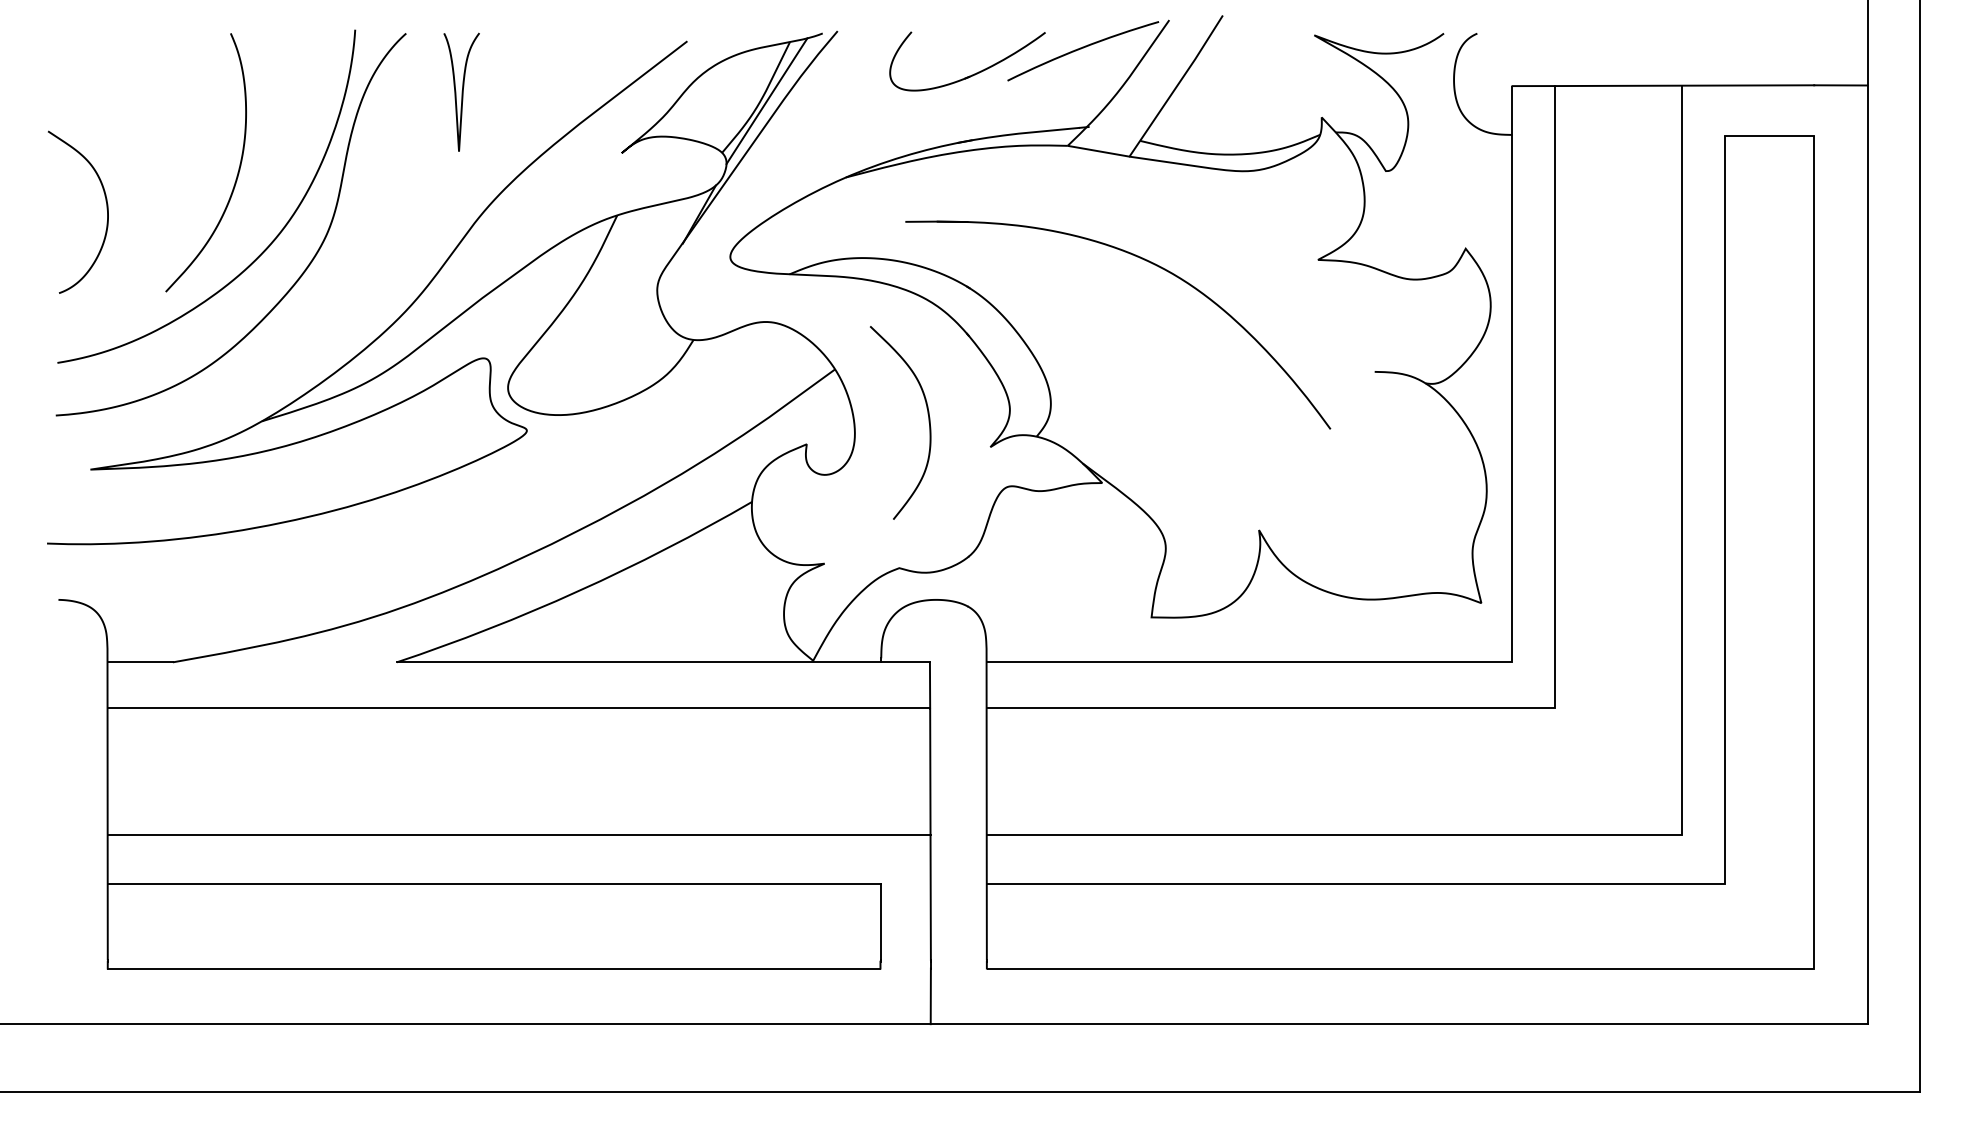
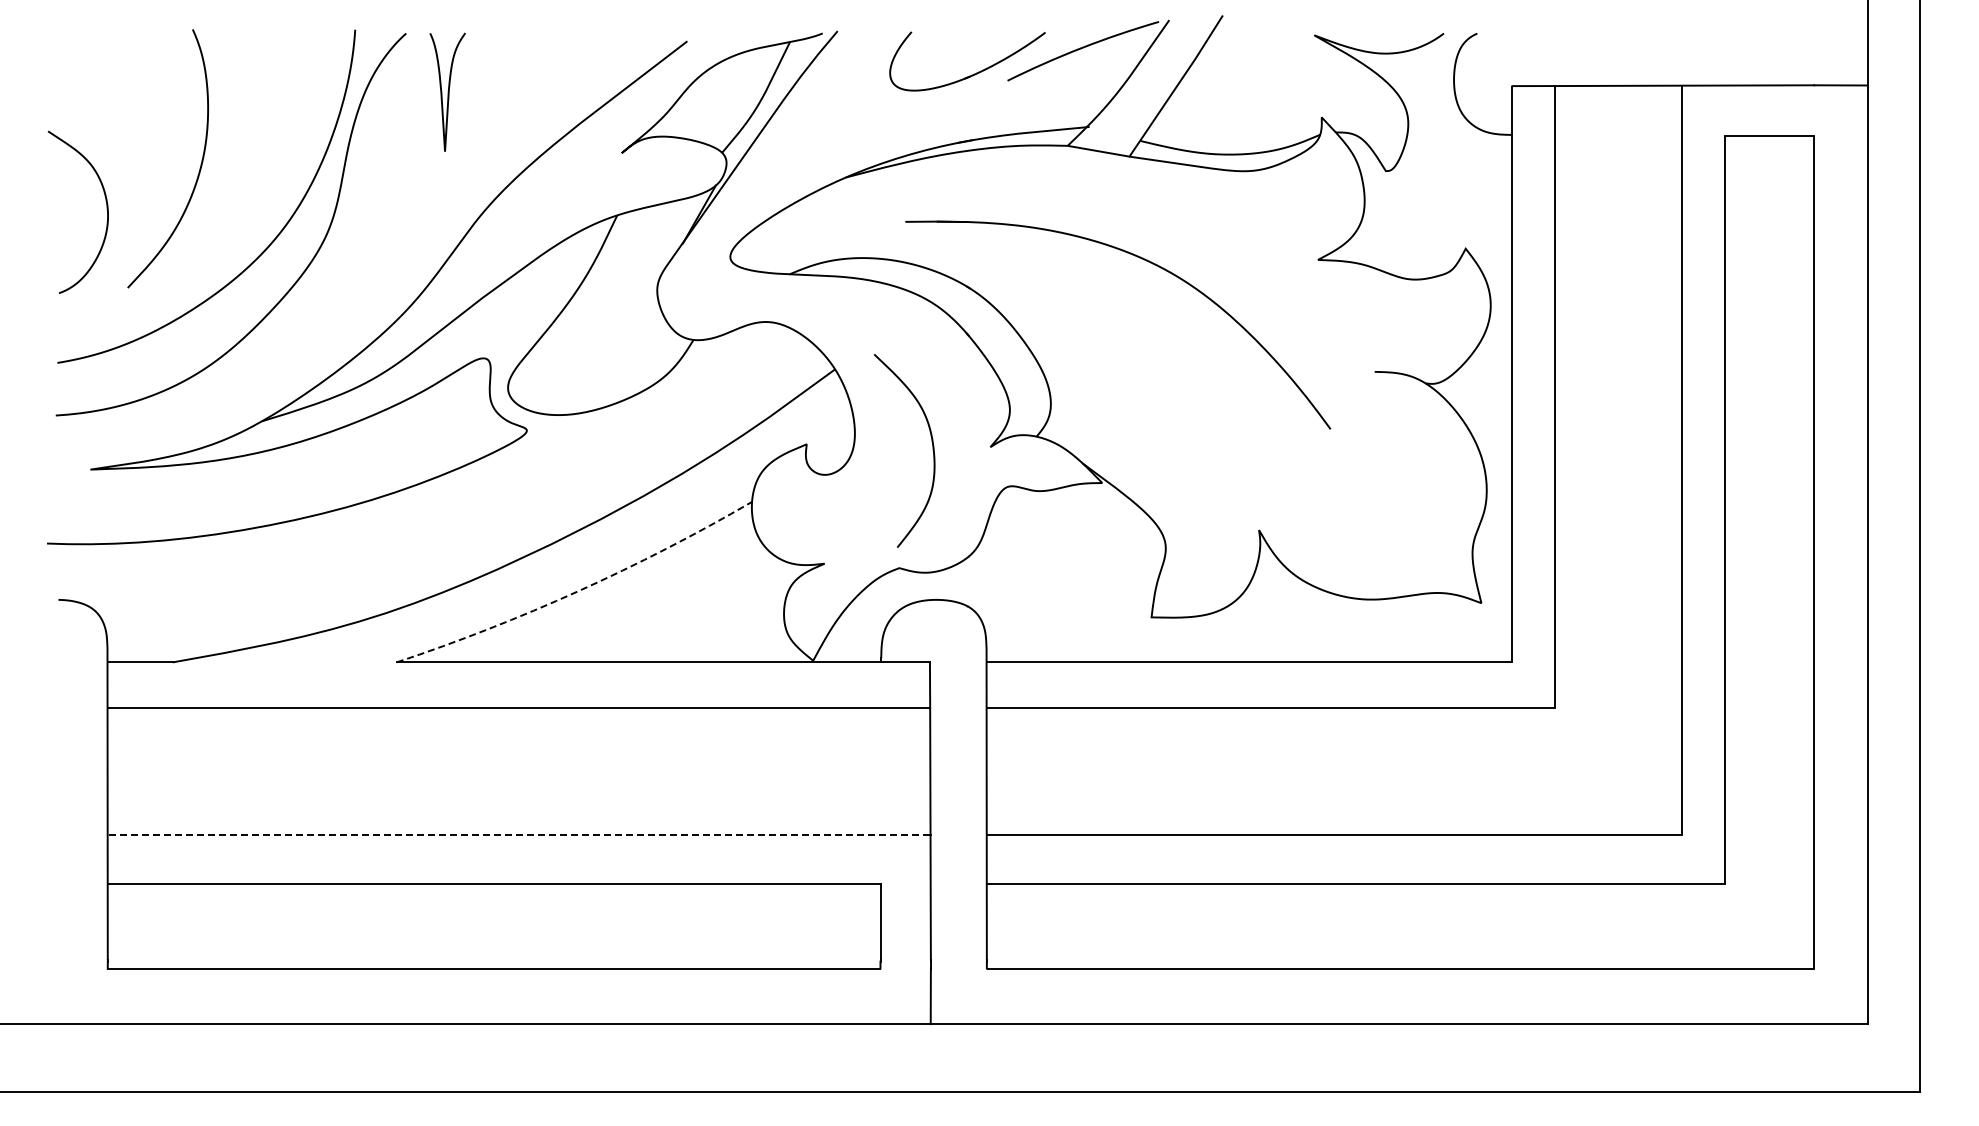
curve at (461, 91) position: (461, 91) -> (447, 91)
line at (766, 101): present -> none
curve at (237, 172) position: (237, 172) -> (199, 168)
curve at (928, 422) position: (928, 422) -> (932, 450)
arc at (578, 591): solid -> dashed
line at (518, 834): solid -> dashed
